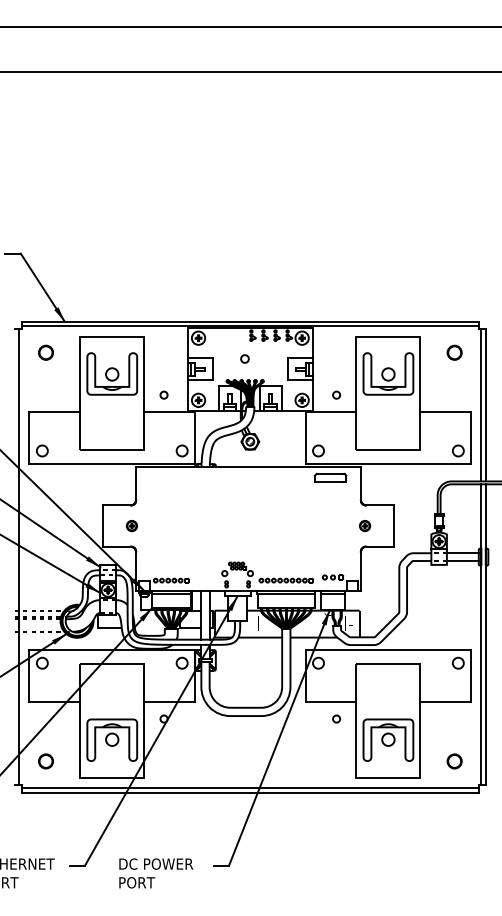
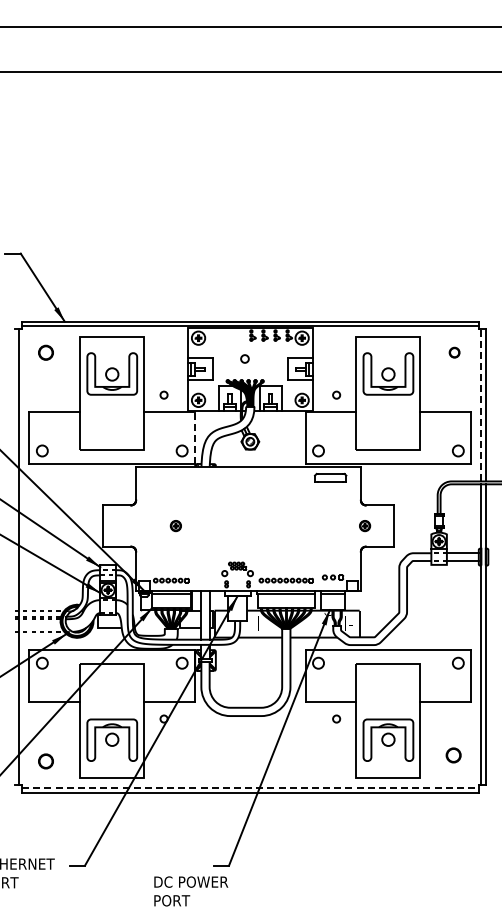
circle at (454, 352) size: 17x17 px -> 13x13 px
line at (481, 404): solid -> dashed
line at (195, 438): solid -> dashed
part at (131, 526) position: (131, 526) -> (175, 526)
circle at (454, 761) position: (454, 761) -> (453, 755)
line at (250, 788): solid -> dashed
text at (156, 873) position: (156, 873) -> (191, 891)
